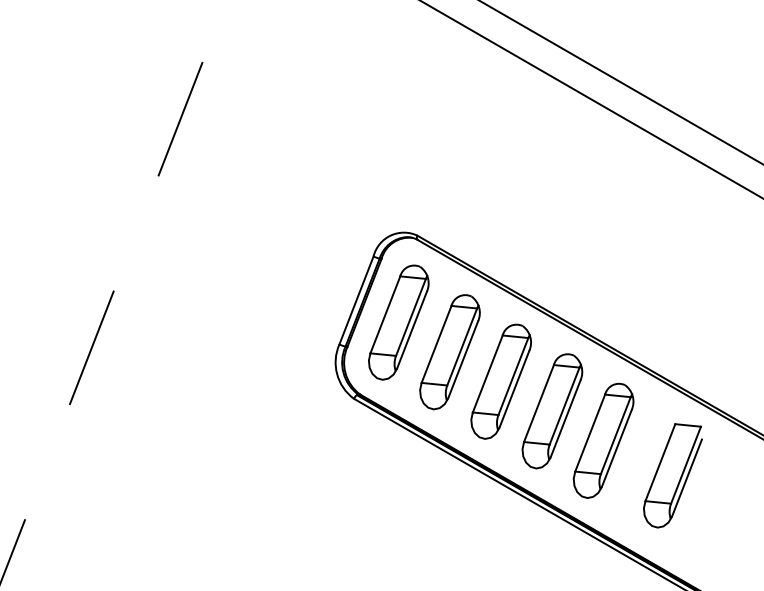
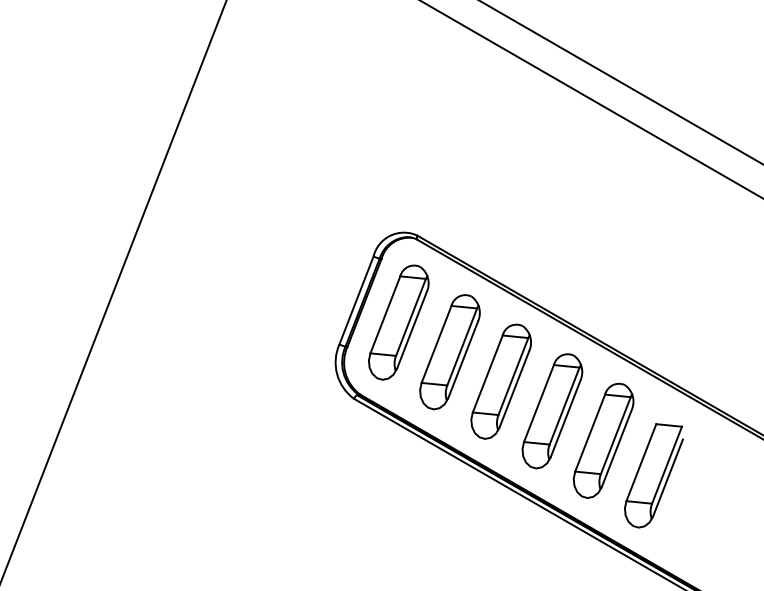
line at (113, 292): dashed -> solid
part at (672, 475) position: (672, 475) -> (653, 475)
